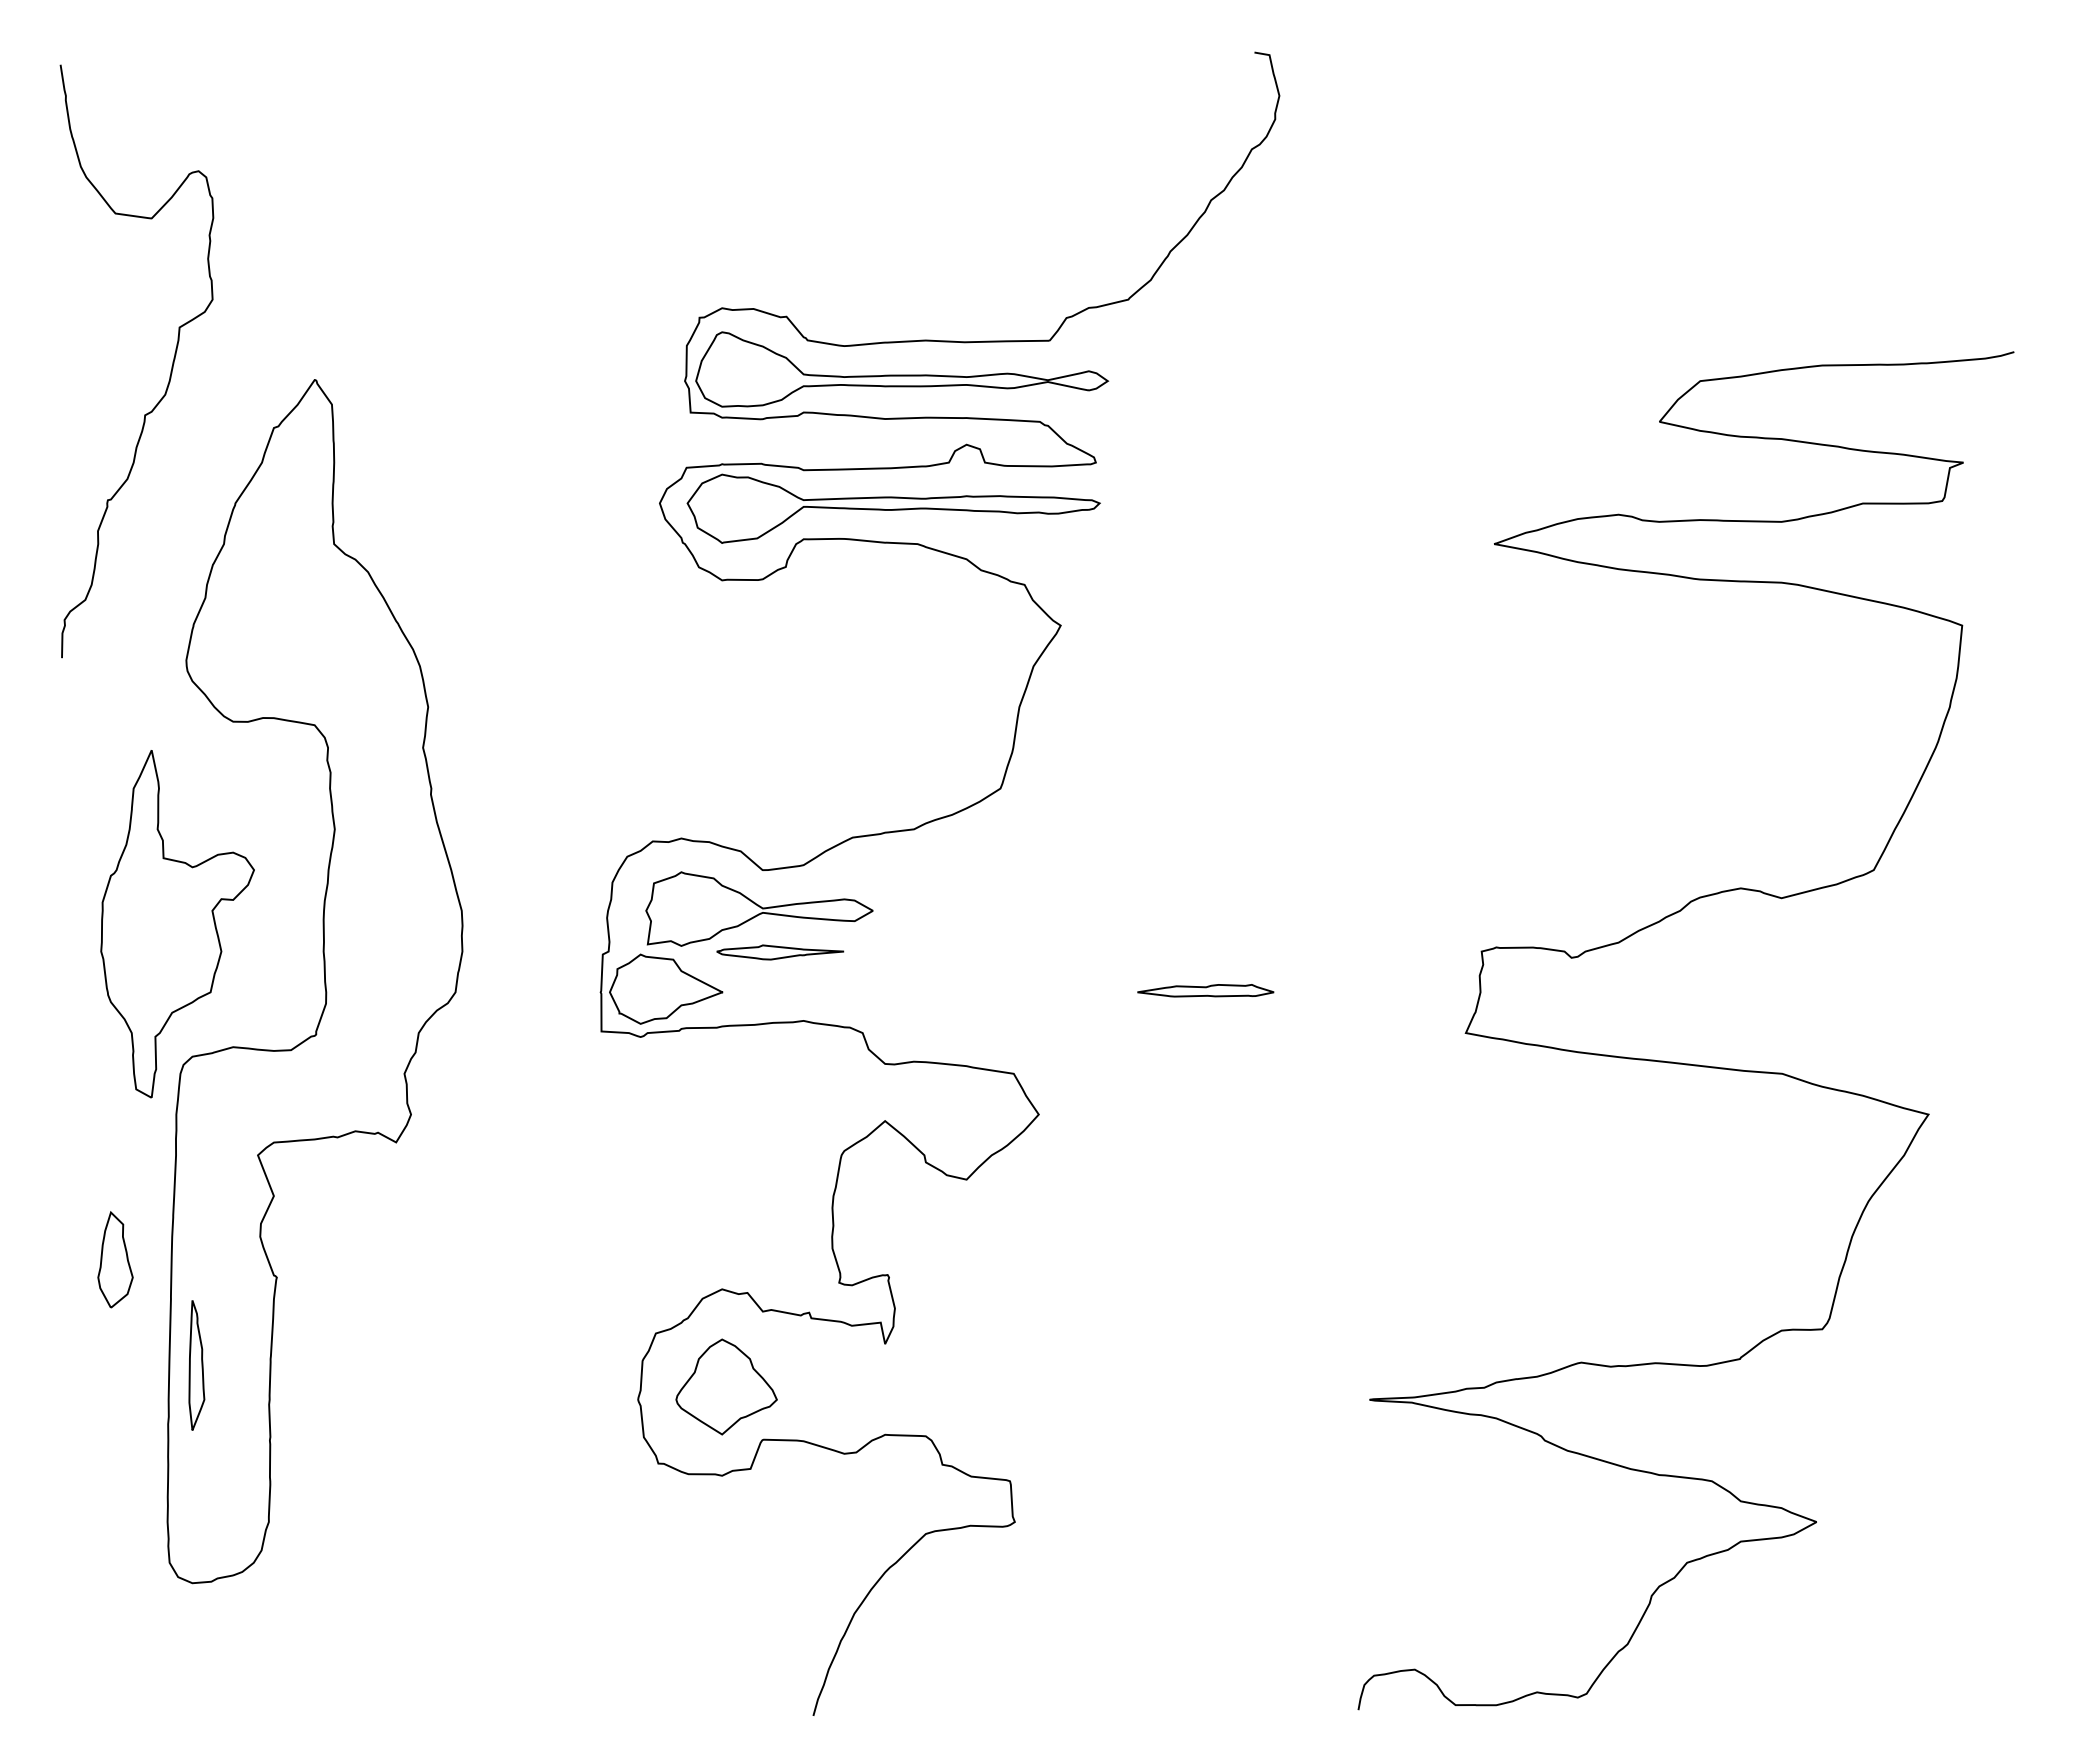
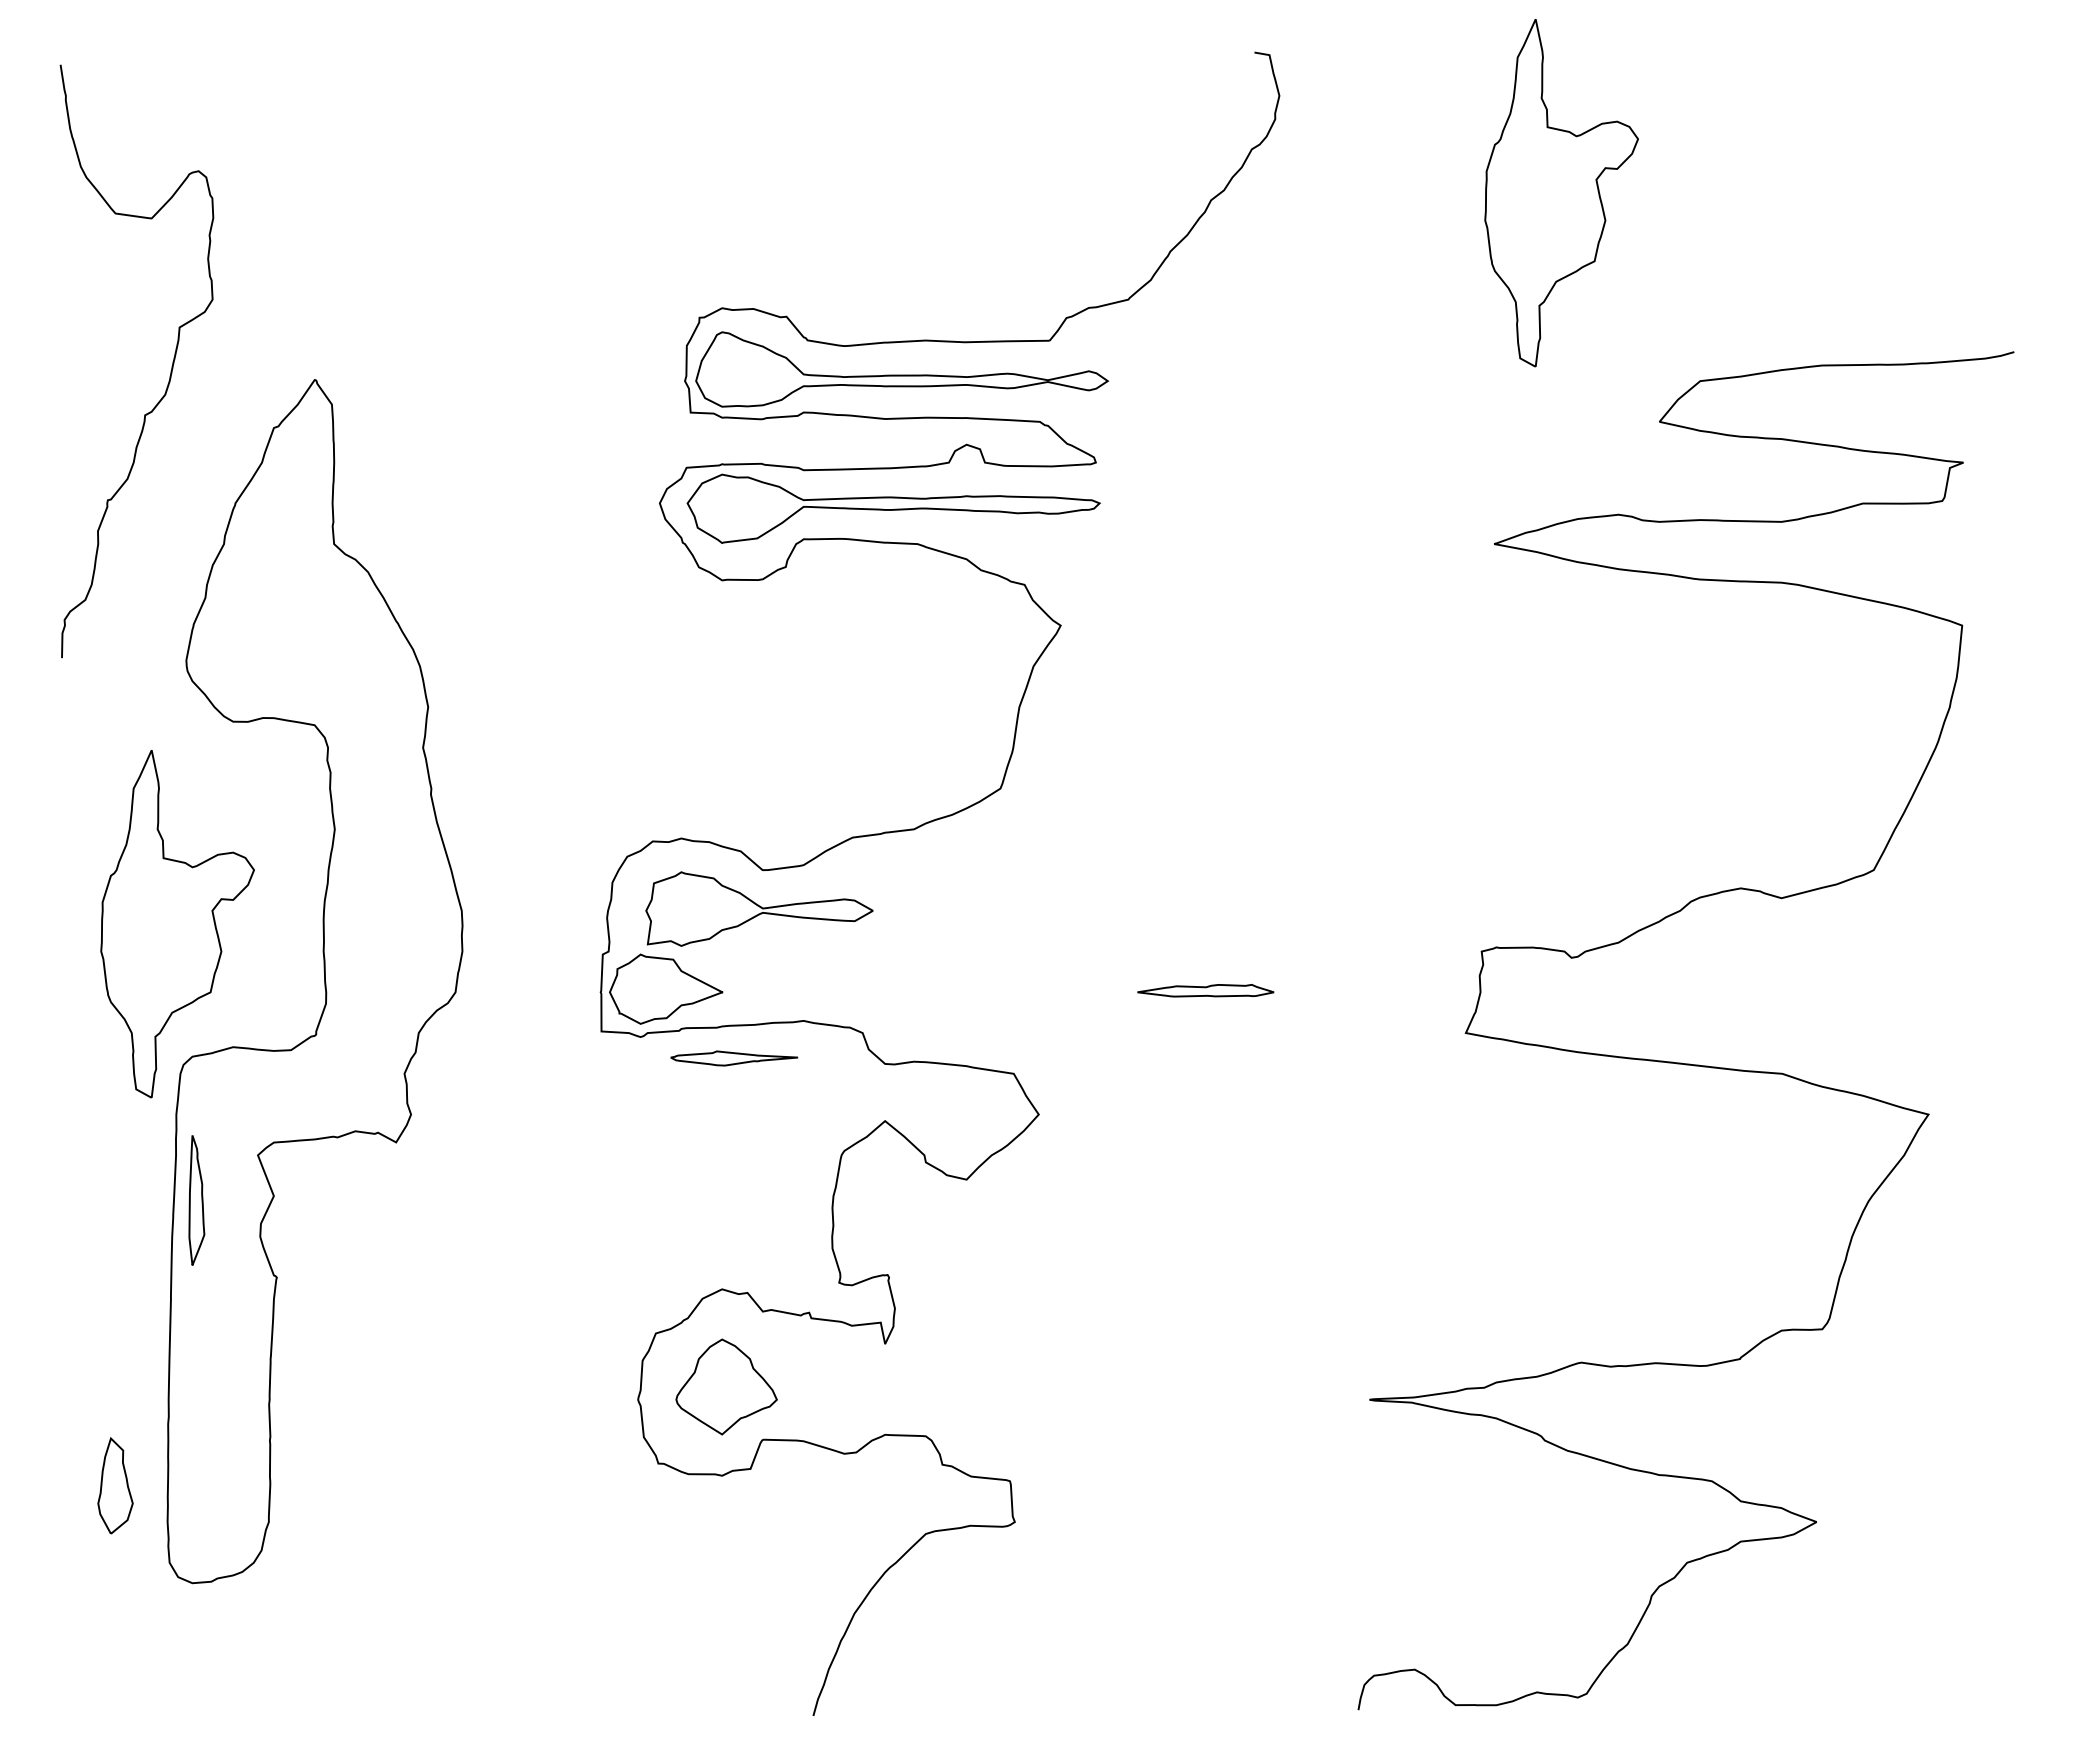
part at (1561, 193): none -> present
part at (780, 952) position: (780, 952) -> (734, 1058)
part at (115, 1259) position: (115, 1259) -> (115, 1485)
part at (196, 1365) position: (196, 1365) -> (196, 1200)
